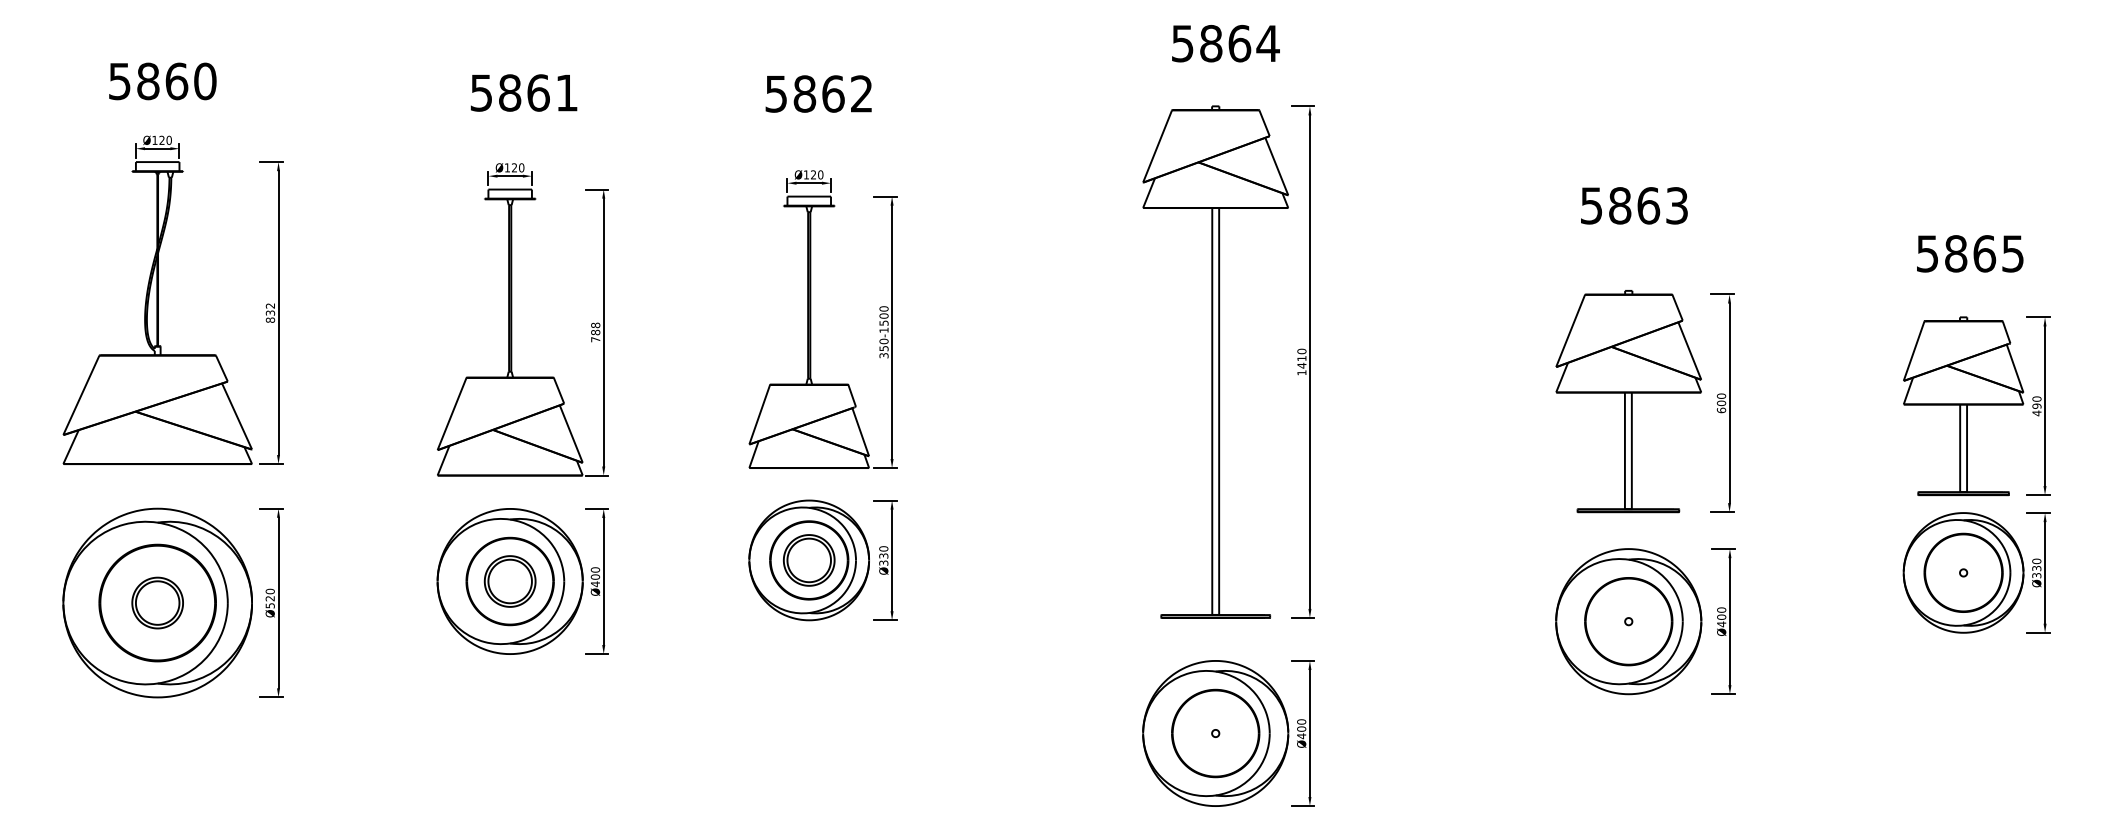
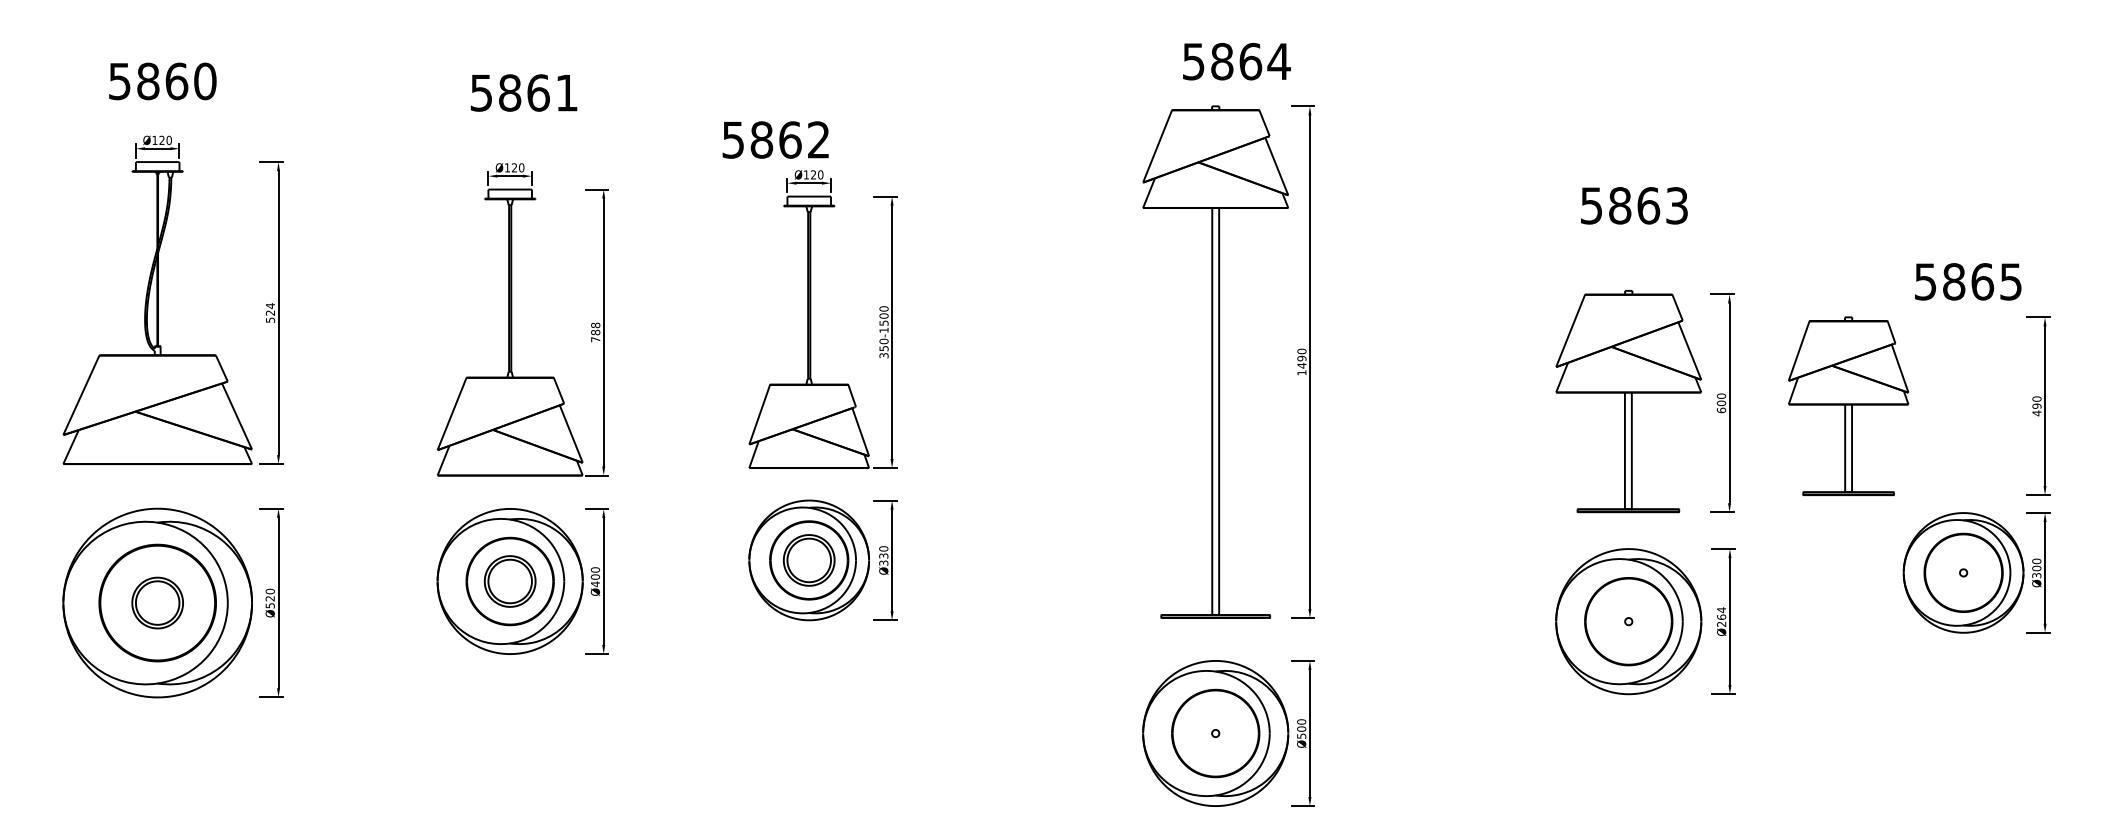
text at (1225, 43) position: (1225, 43) -> (1236, 61)
text at (818, 93) position: (818, 93) -> (775, 139)
text at (1970, 253) position: (1970, 253) -> (1968, 281)
text at (270, 312): 832 -> 524
text at (1301, 358): 1410 -> 1490
part at (1963, 406) position: (1963, 406) -> (1848, 406)
text at (2036, 568): Ø330 -> Ø300
text at (1721, 617): Ø400 -> Ø264
text at (1301, 736): Ø400 -> Ø500
